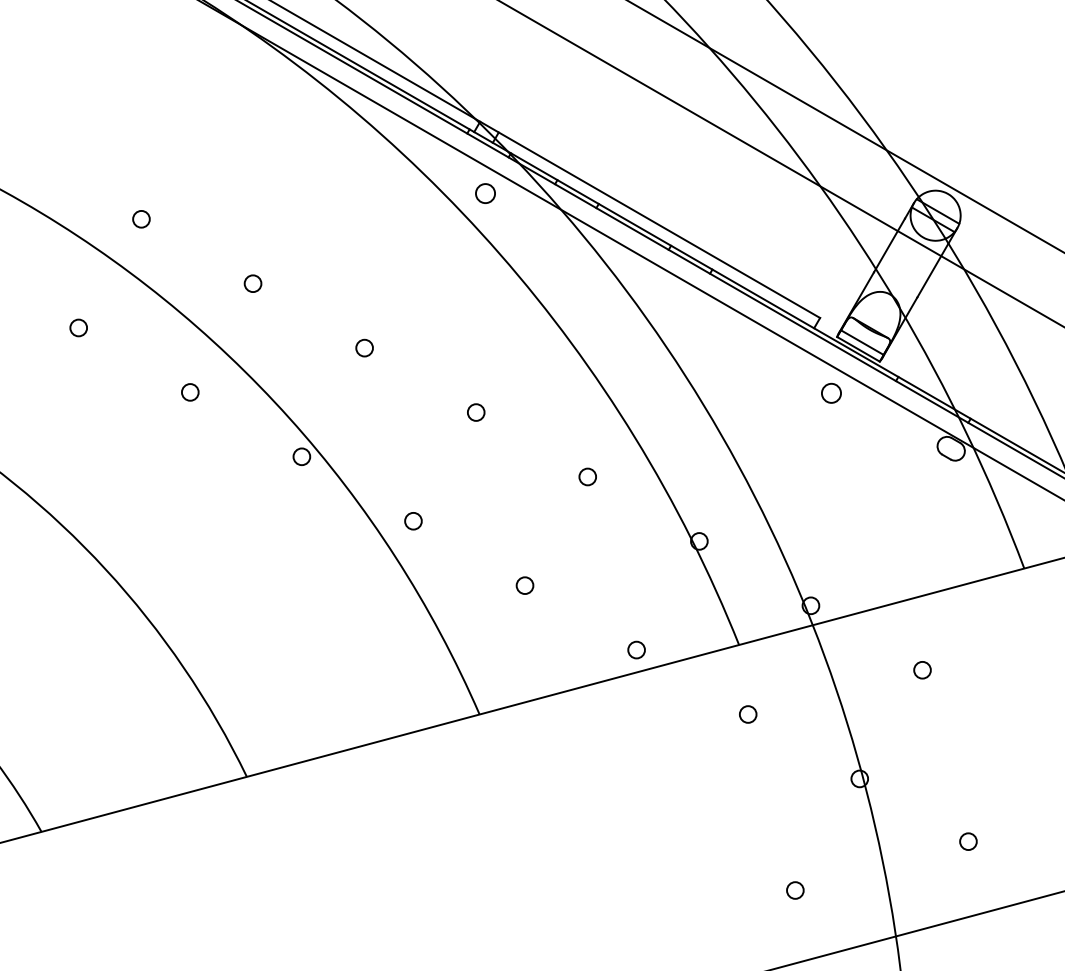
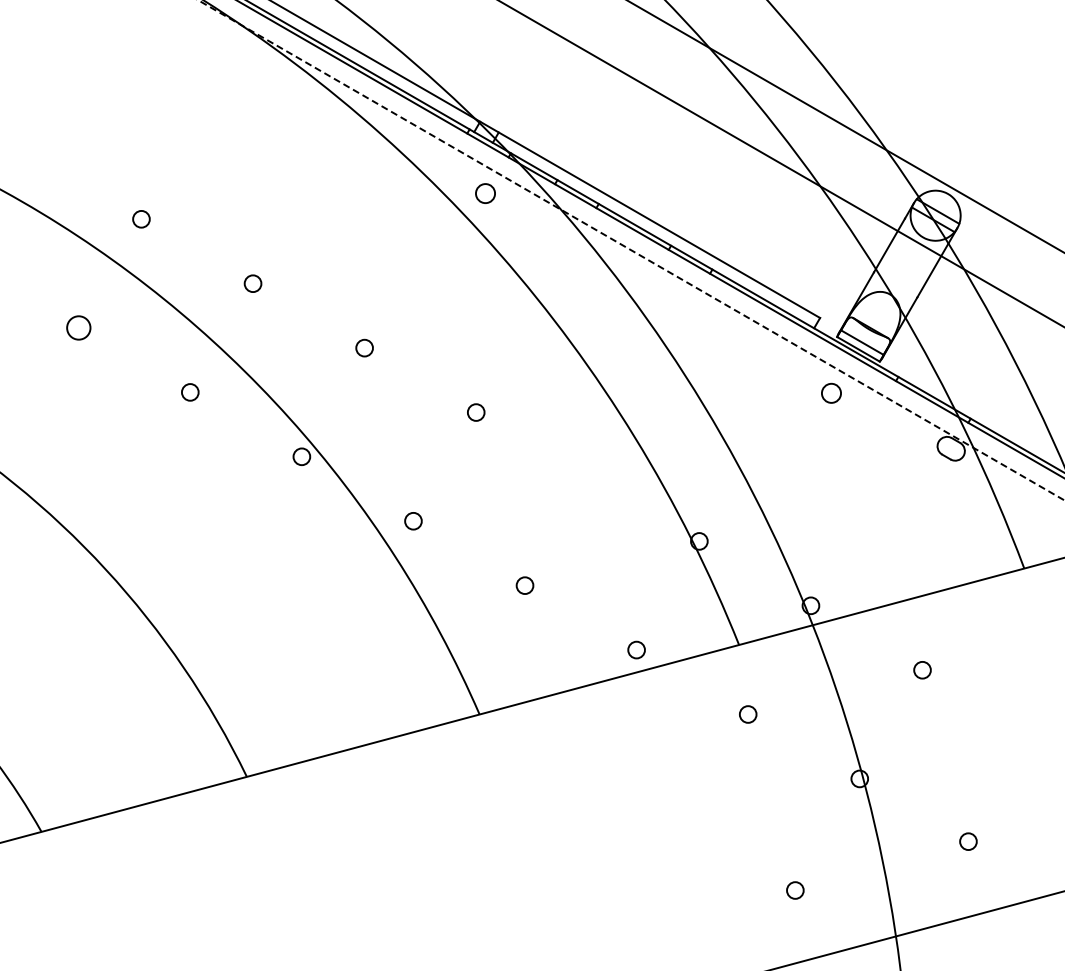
line at (631, 250): solid -> dashed
circle at (78, 327) size: 19x20 px -> 26x26 px
circle at (587, 476): present -> none
